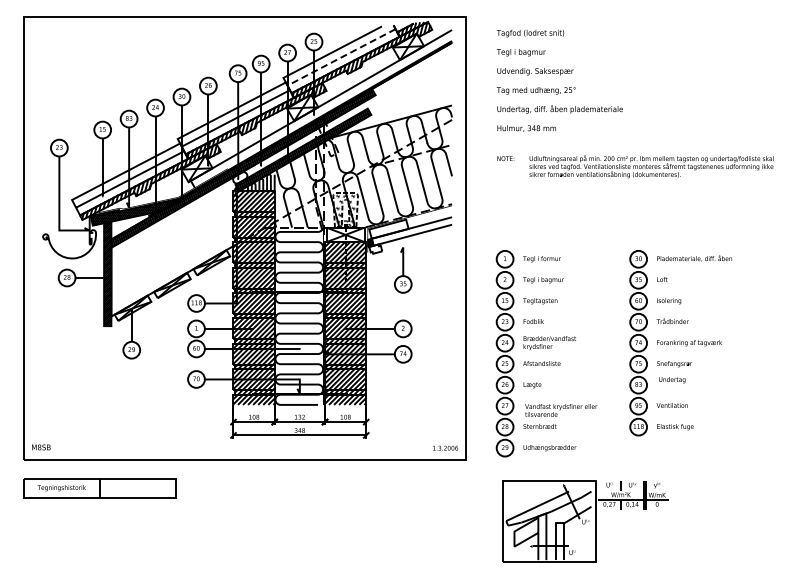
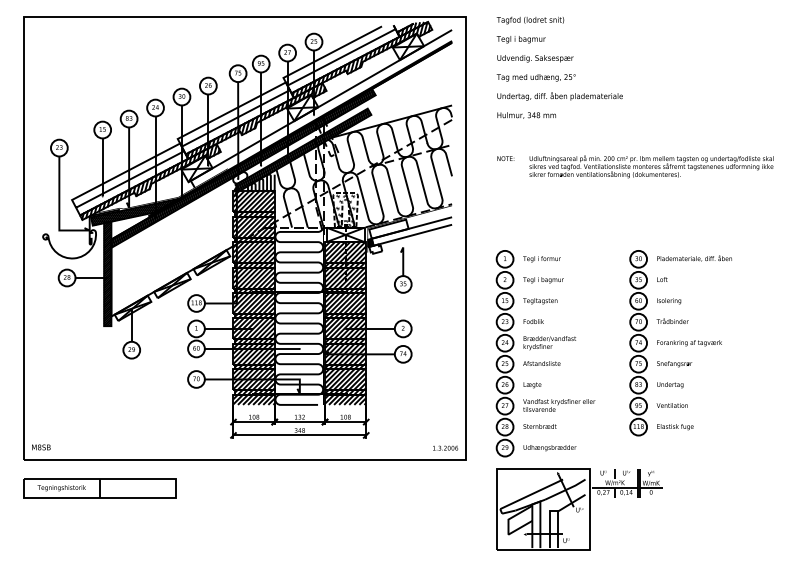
line at (341, 57): dashed -> solid
text at (559, 80) position: (559, 80) -> (559, 67)
text at (672, 380) position: (672, 380) -> (670, 385)
text at (561, 410) position: (561, 410) -> (559, 405)
part at (585, 521) position: (585, 521) -> (579, 509)
